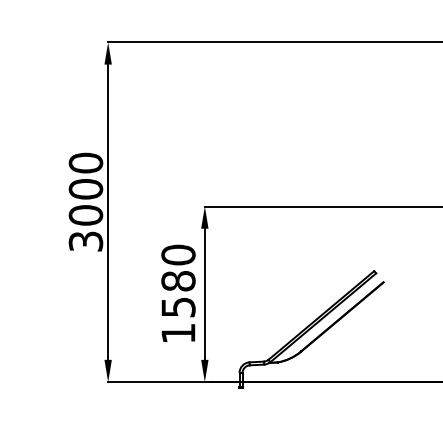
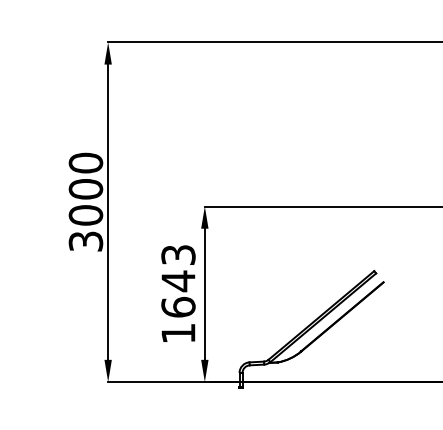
text at (178, 280): 1580 -> 1643
